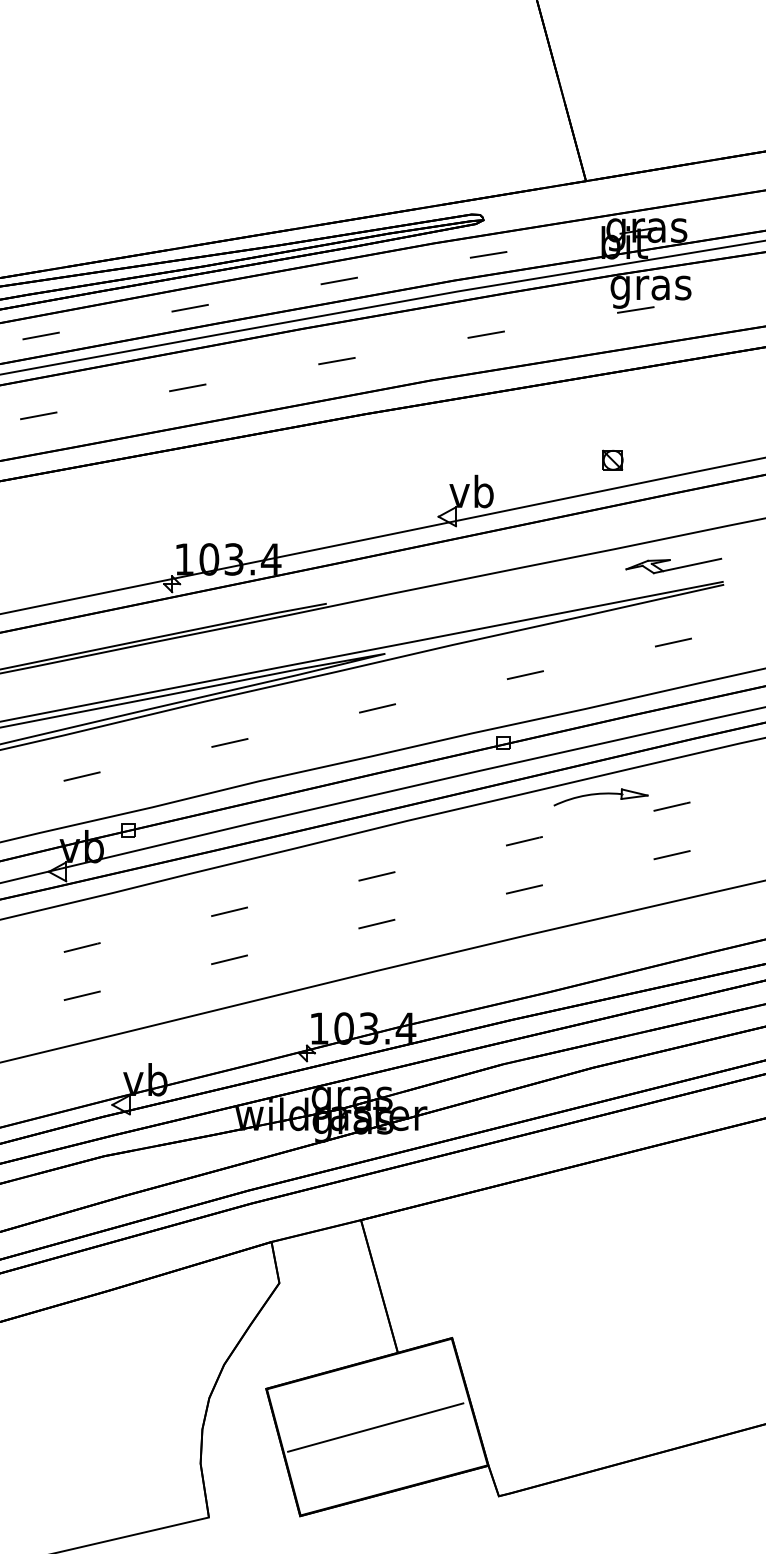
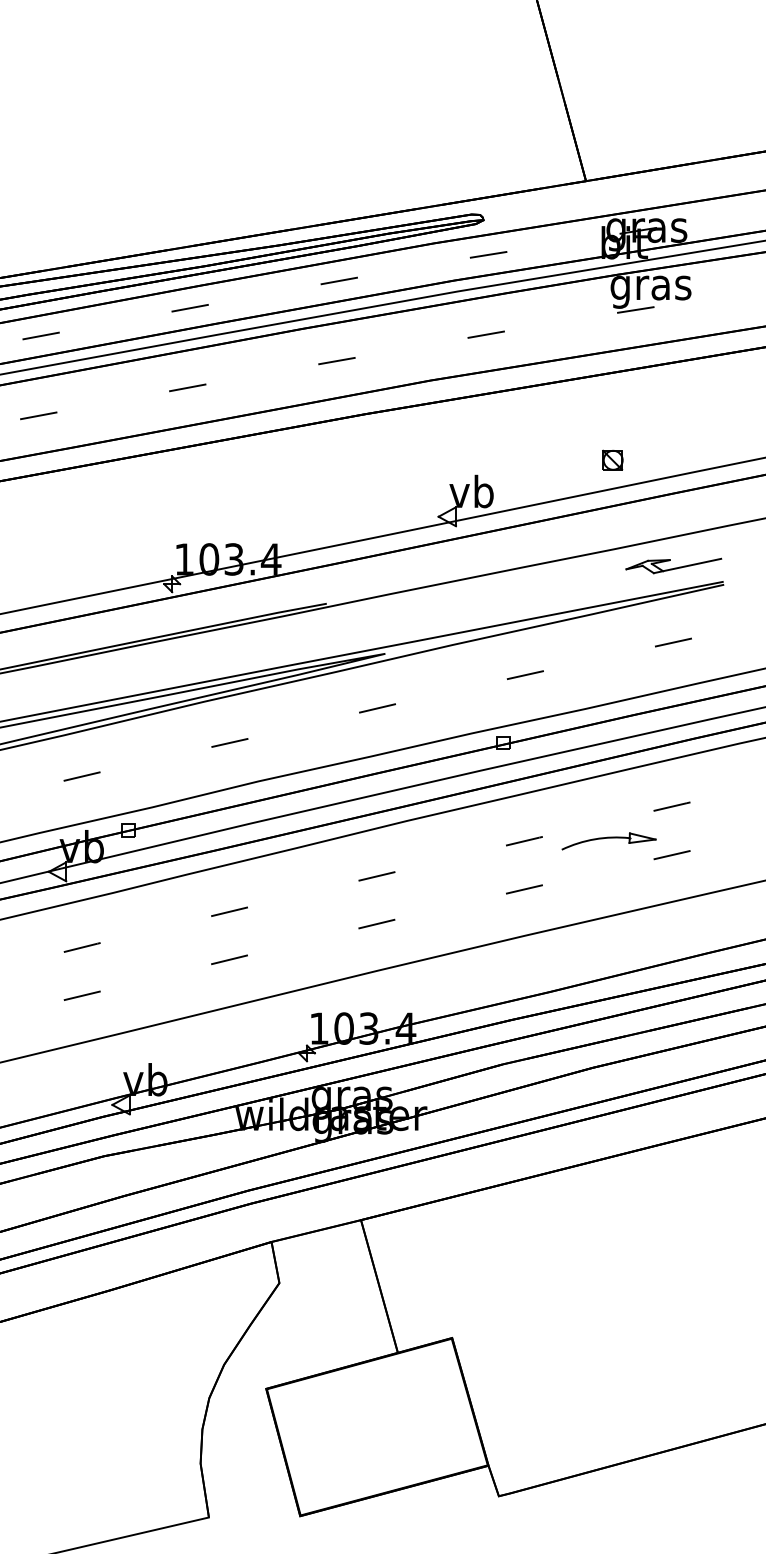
part at (600, 797) position: (600, 797) -> (608, 841)
line at (375, 1427): present -> none
